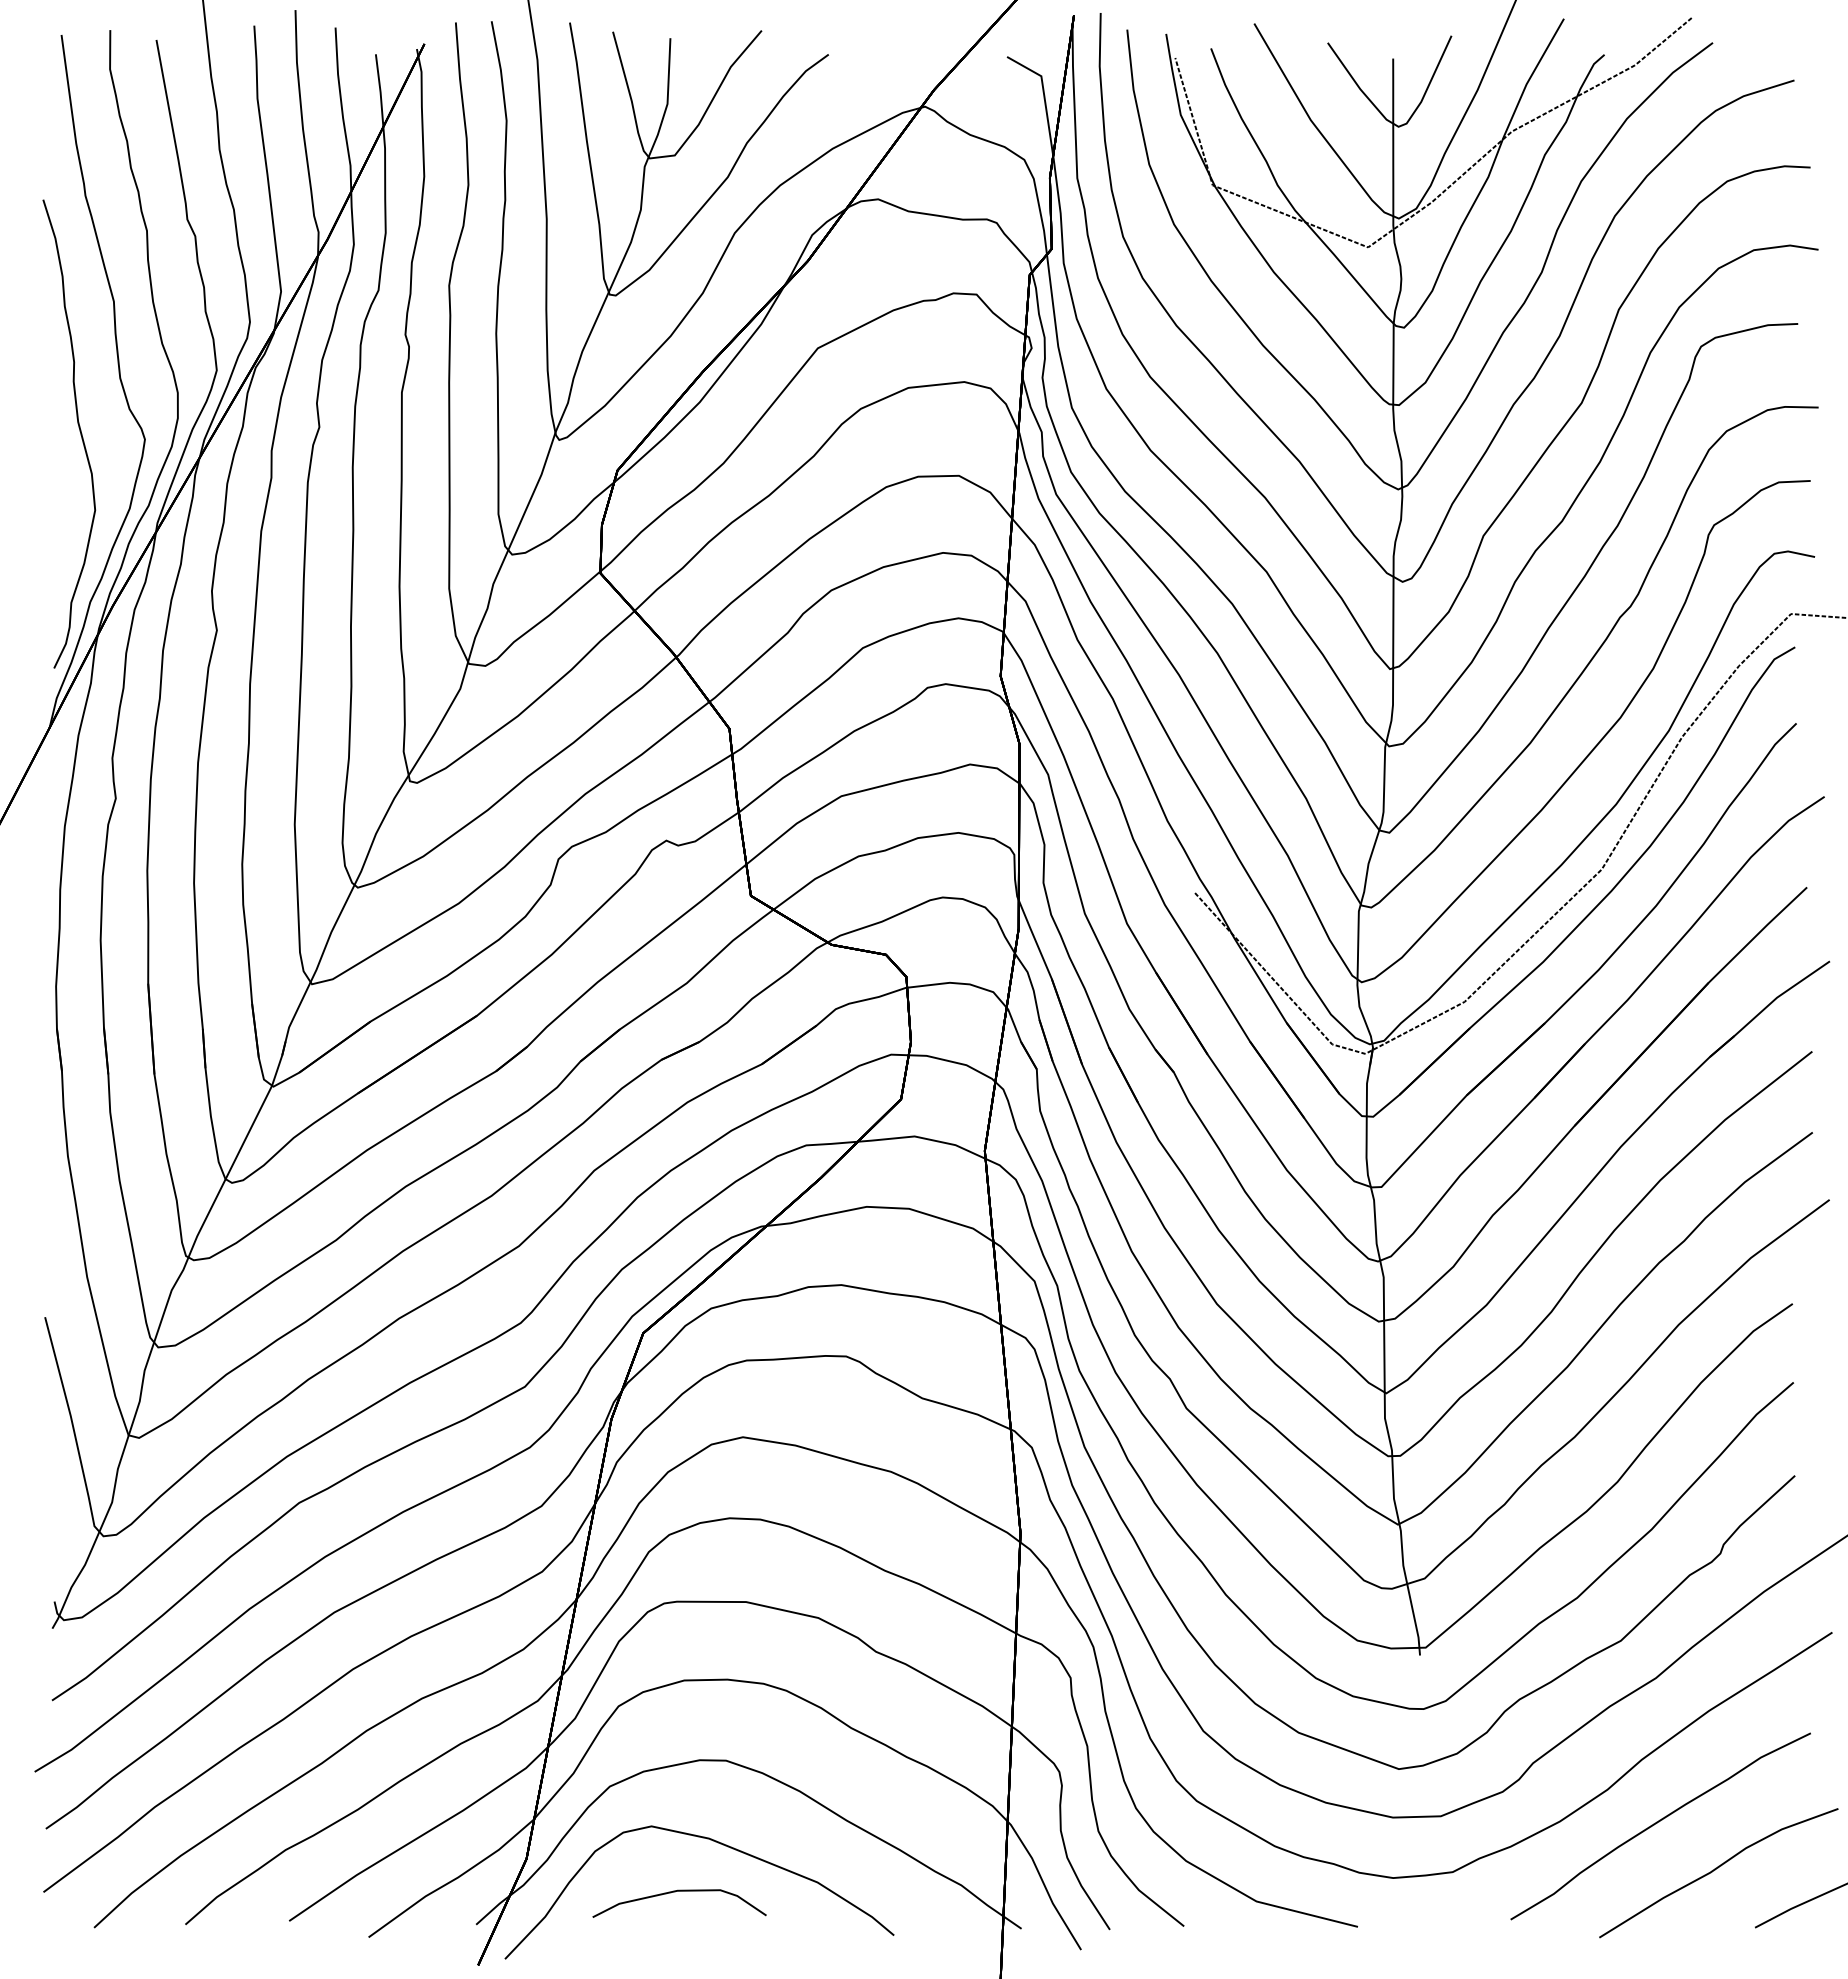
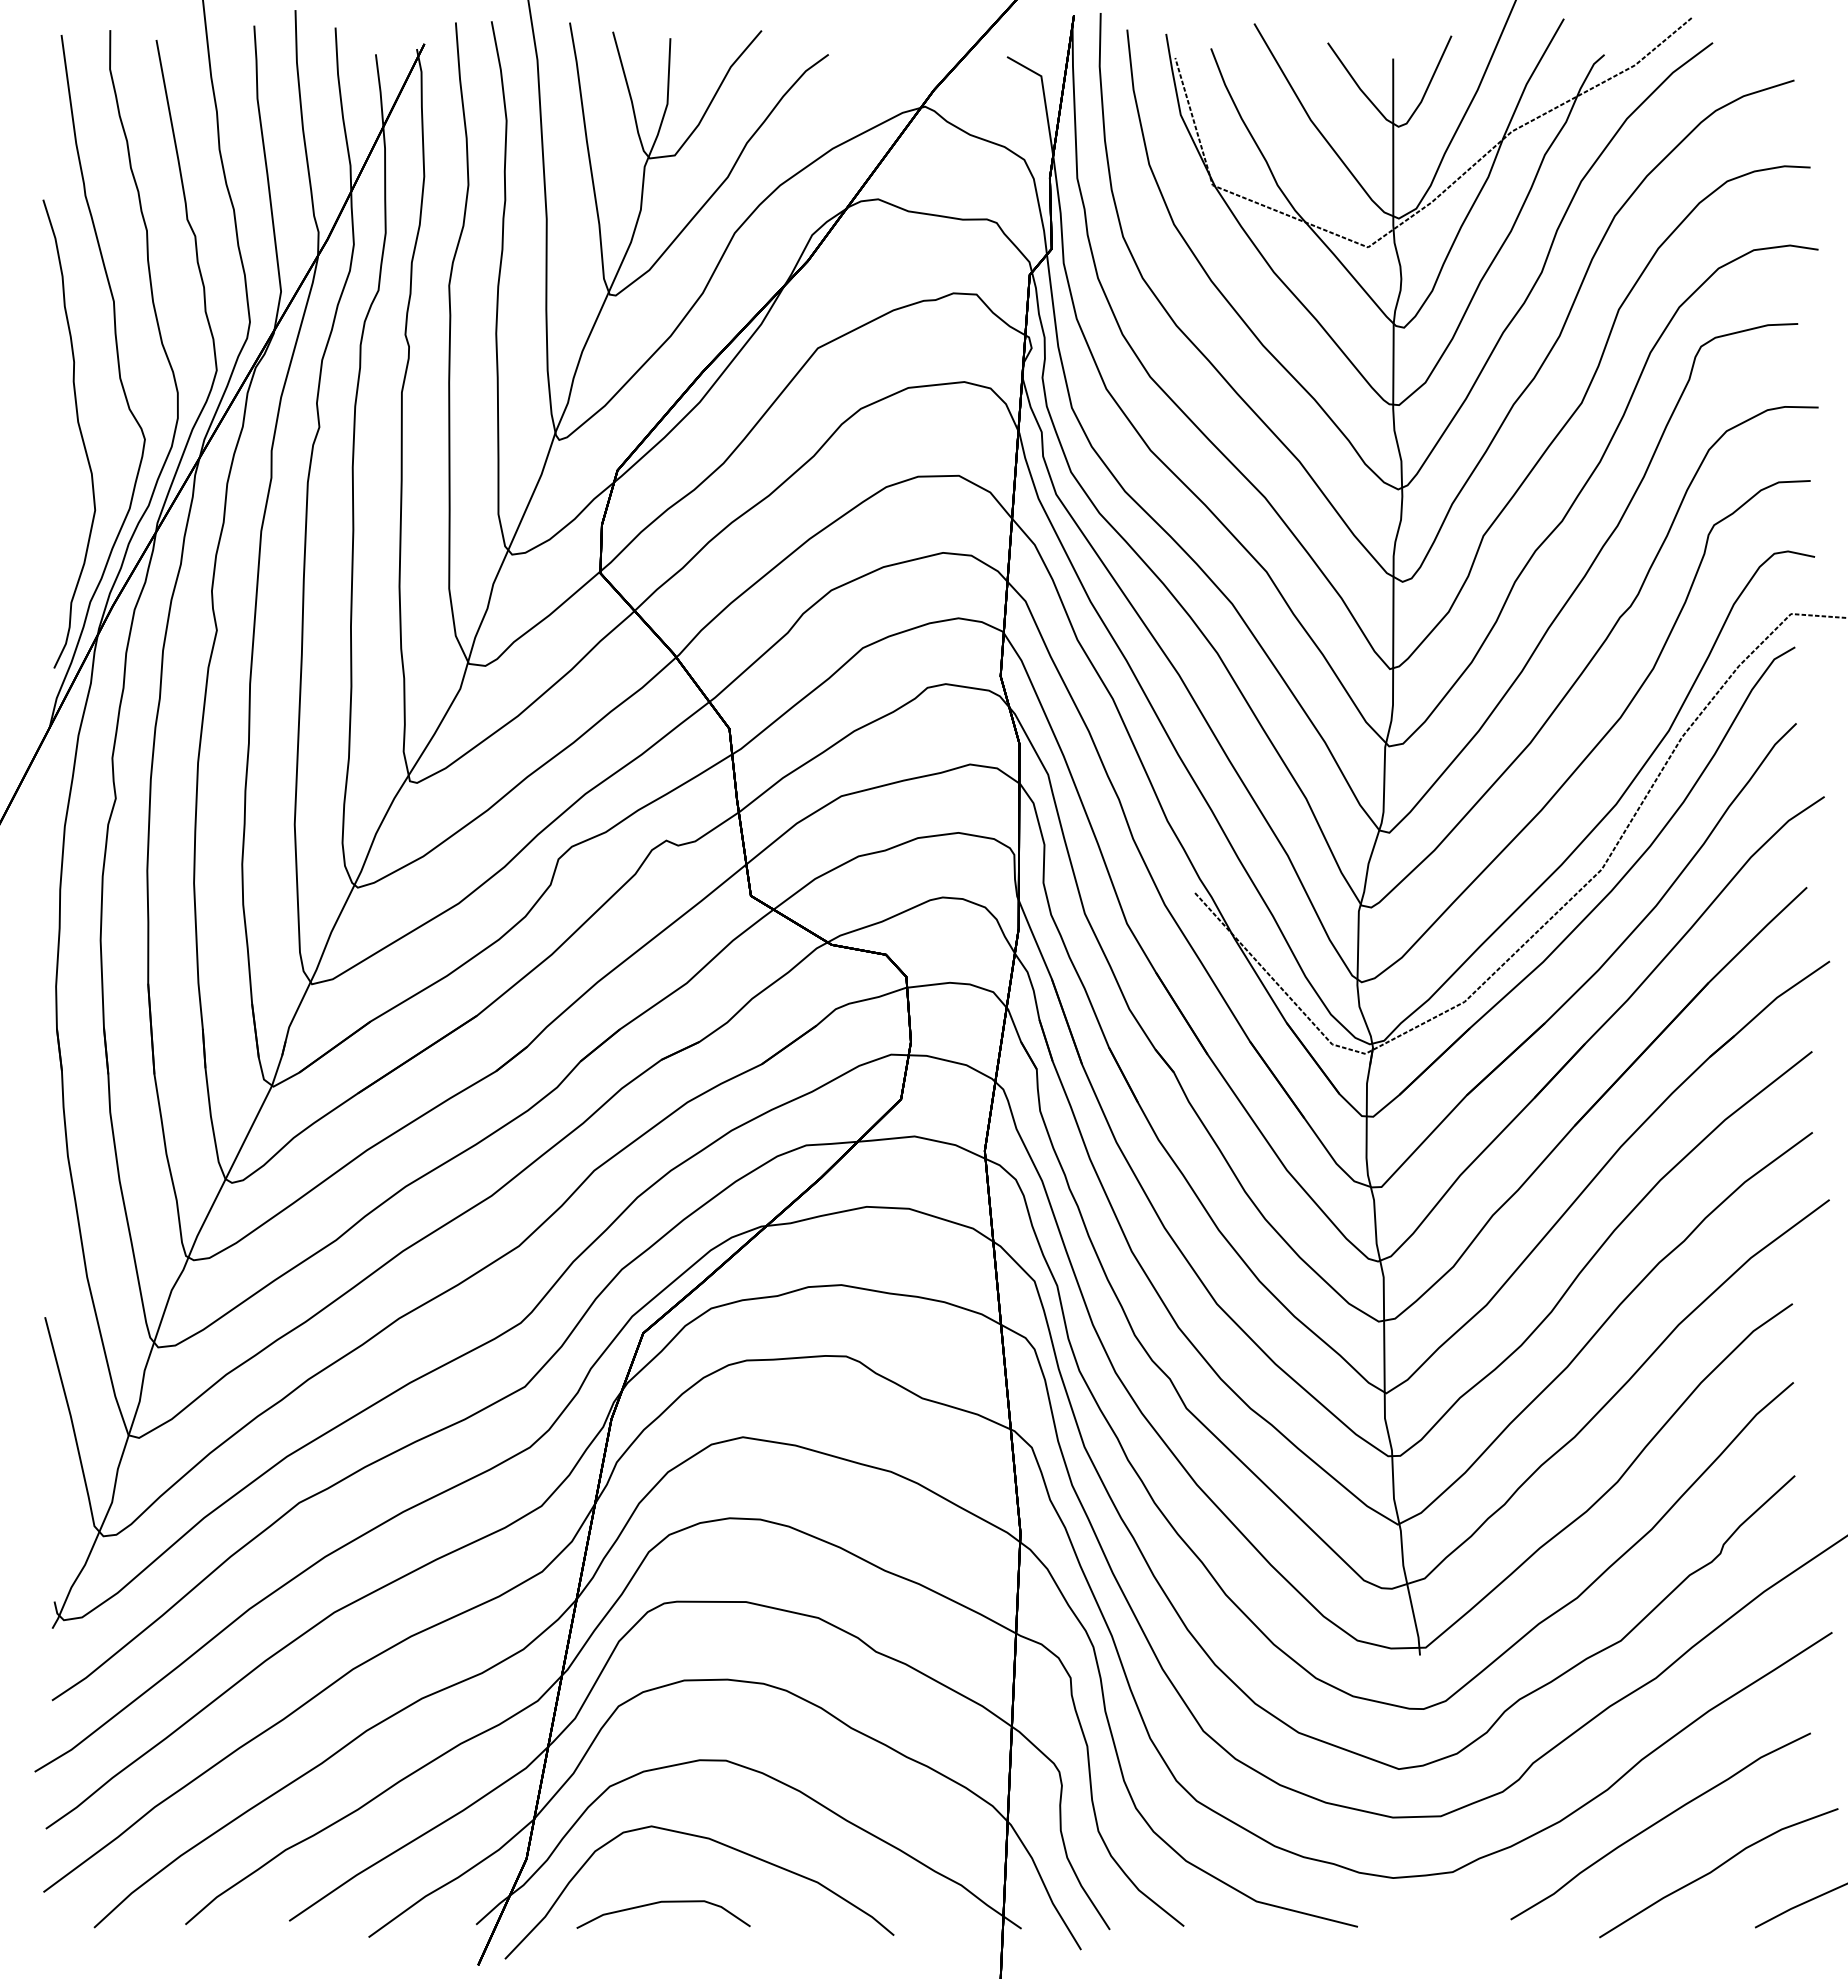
curve at (675, 1892) position: (675, 1892) -> (659, 1903)
